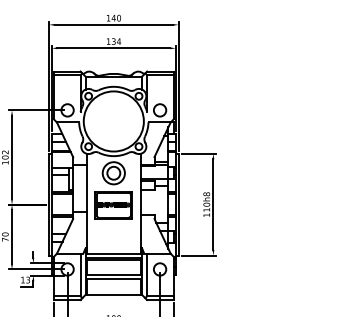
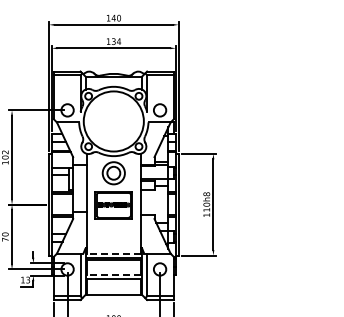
line at (113, 253): solid -> dashed
line at (113, 274): solid -> dashed
